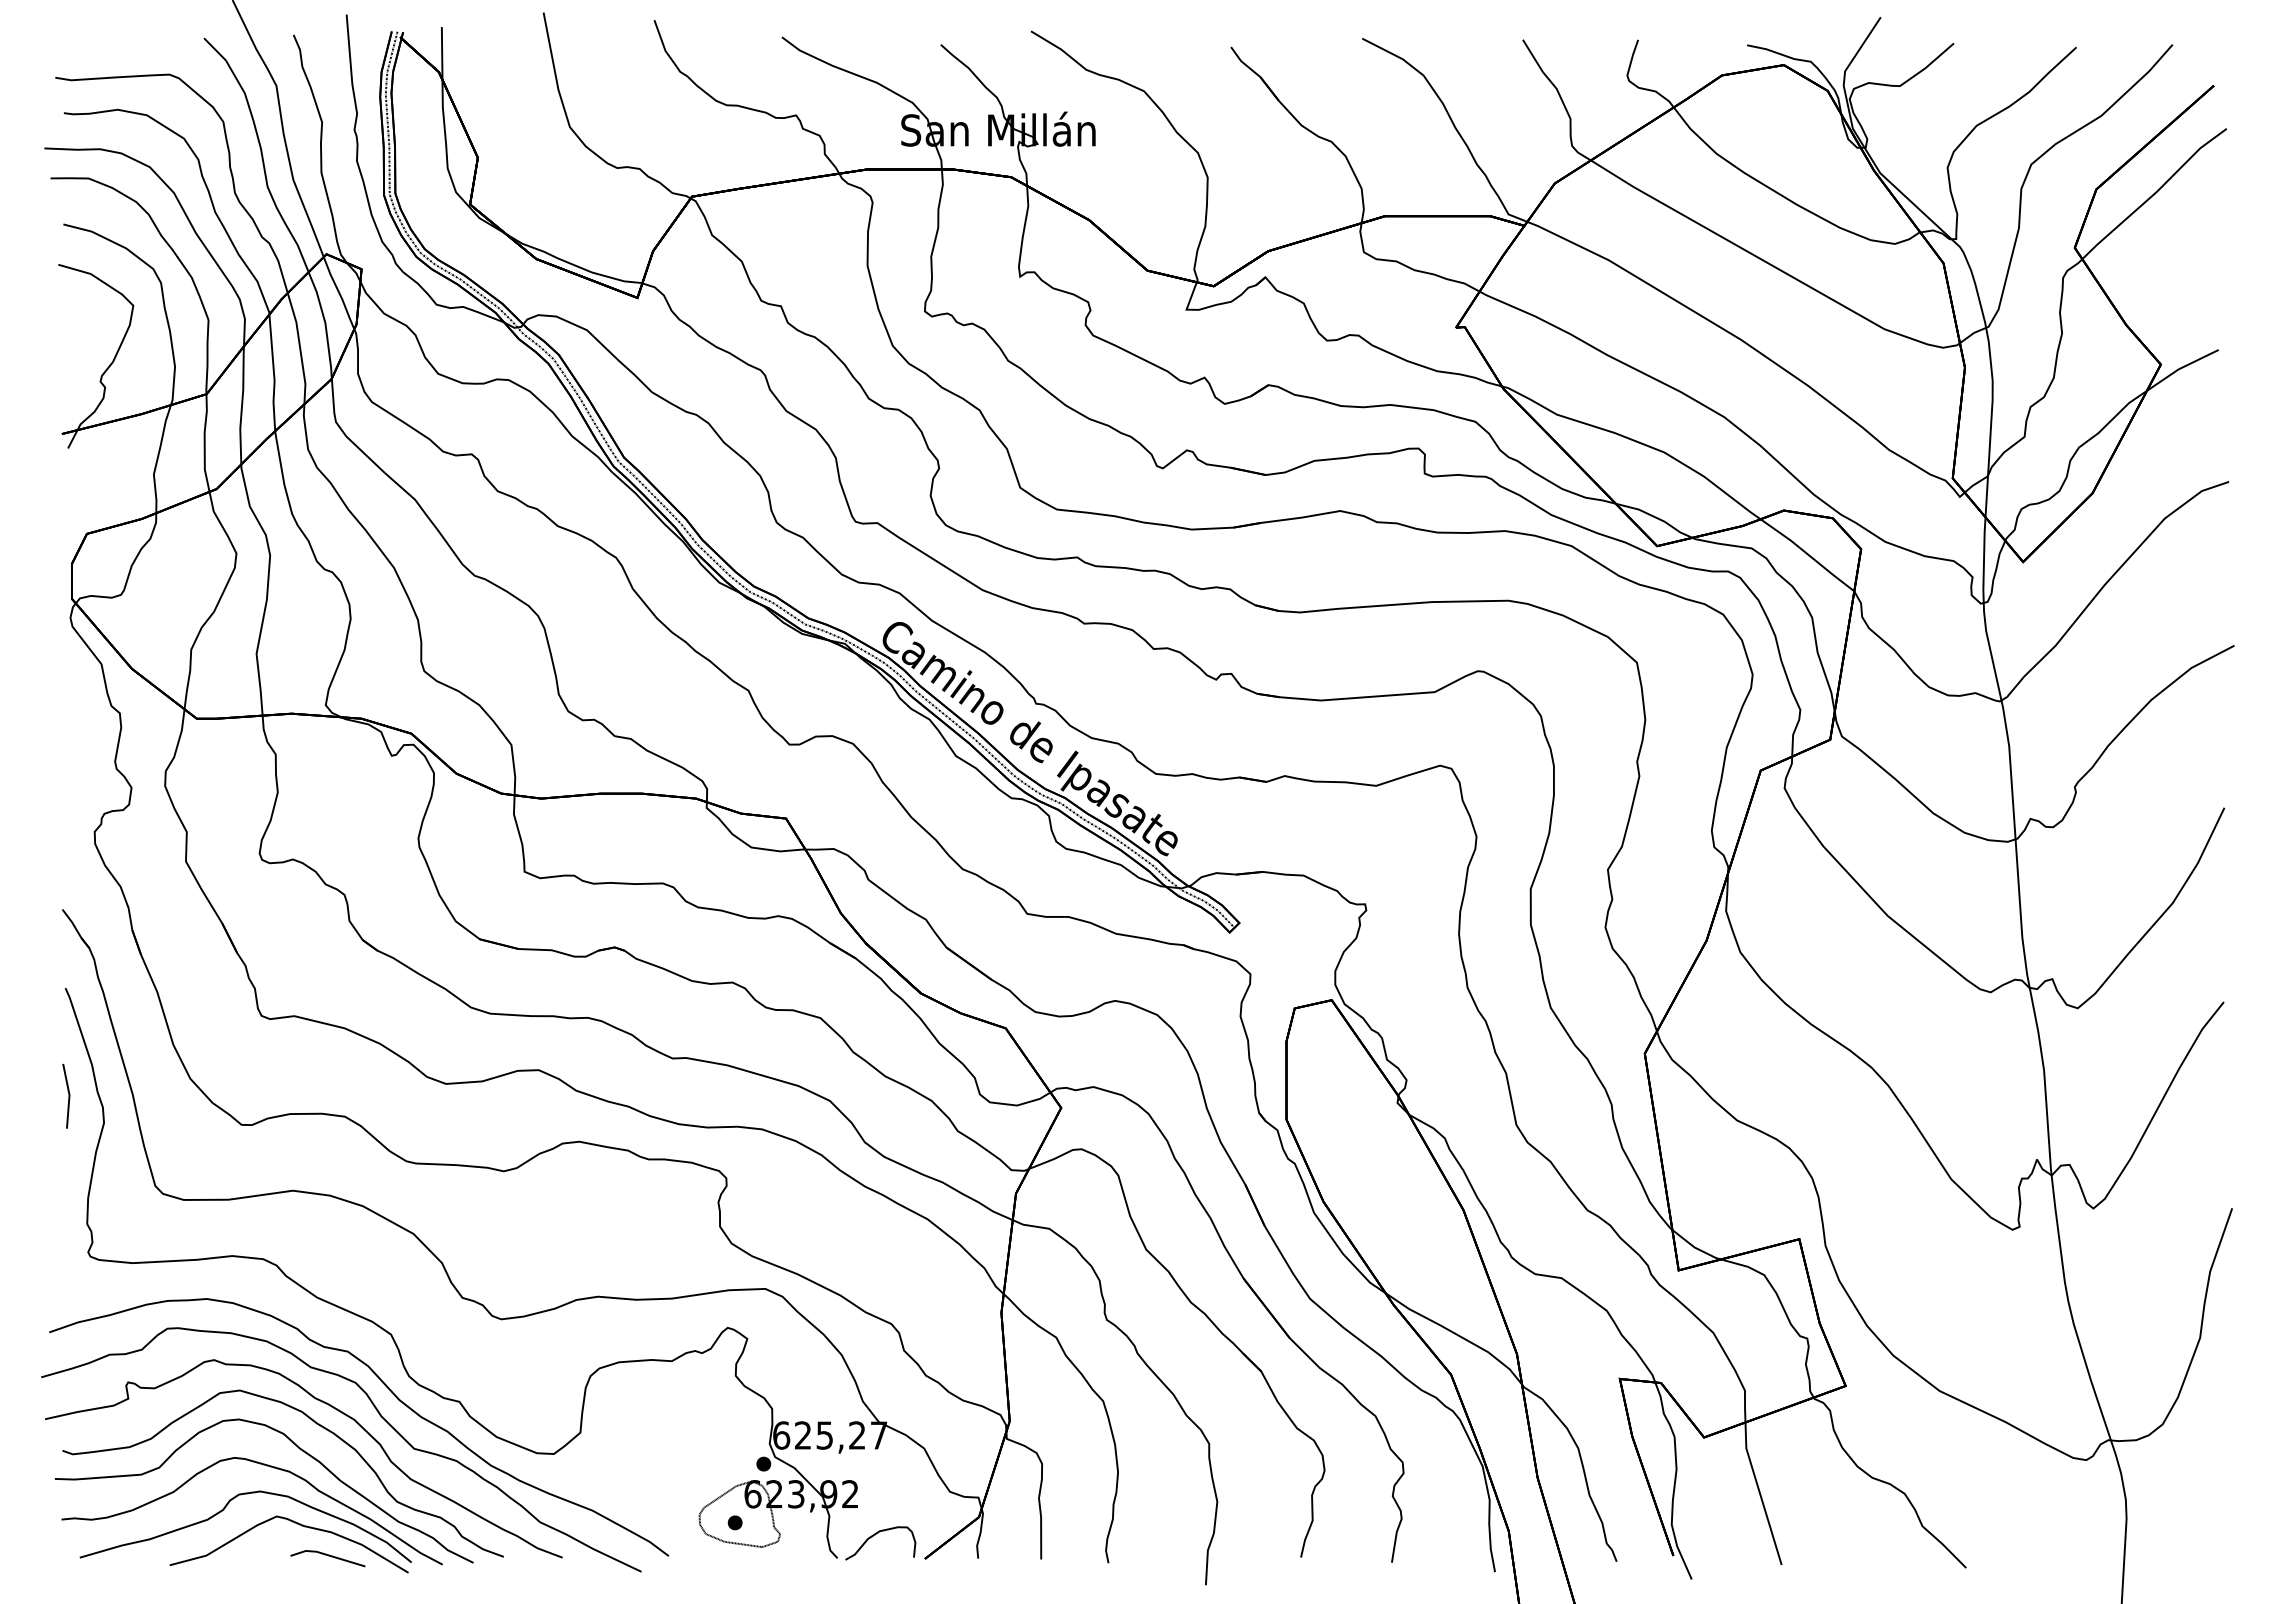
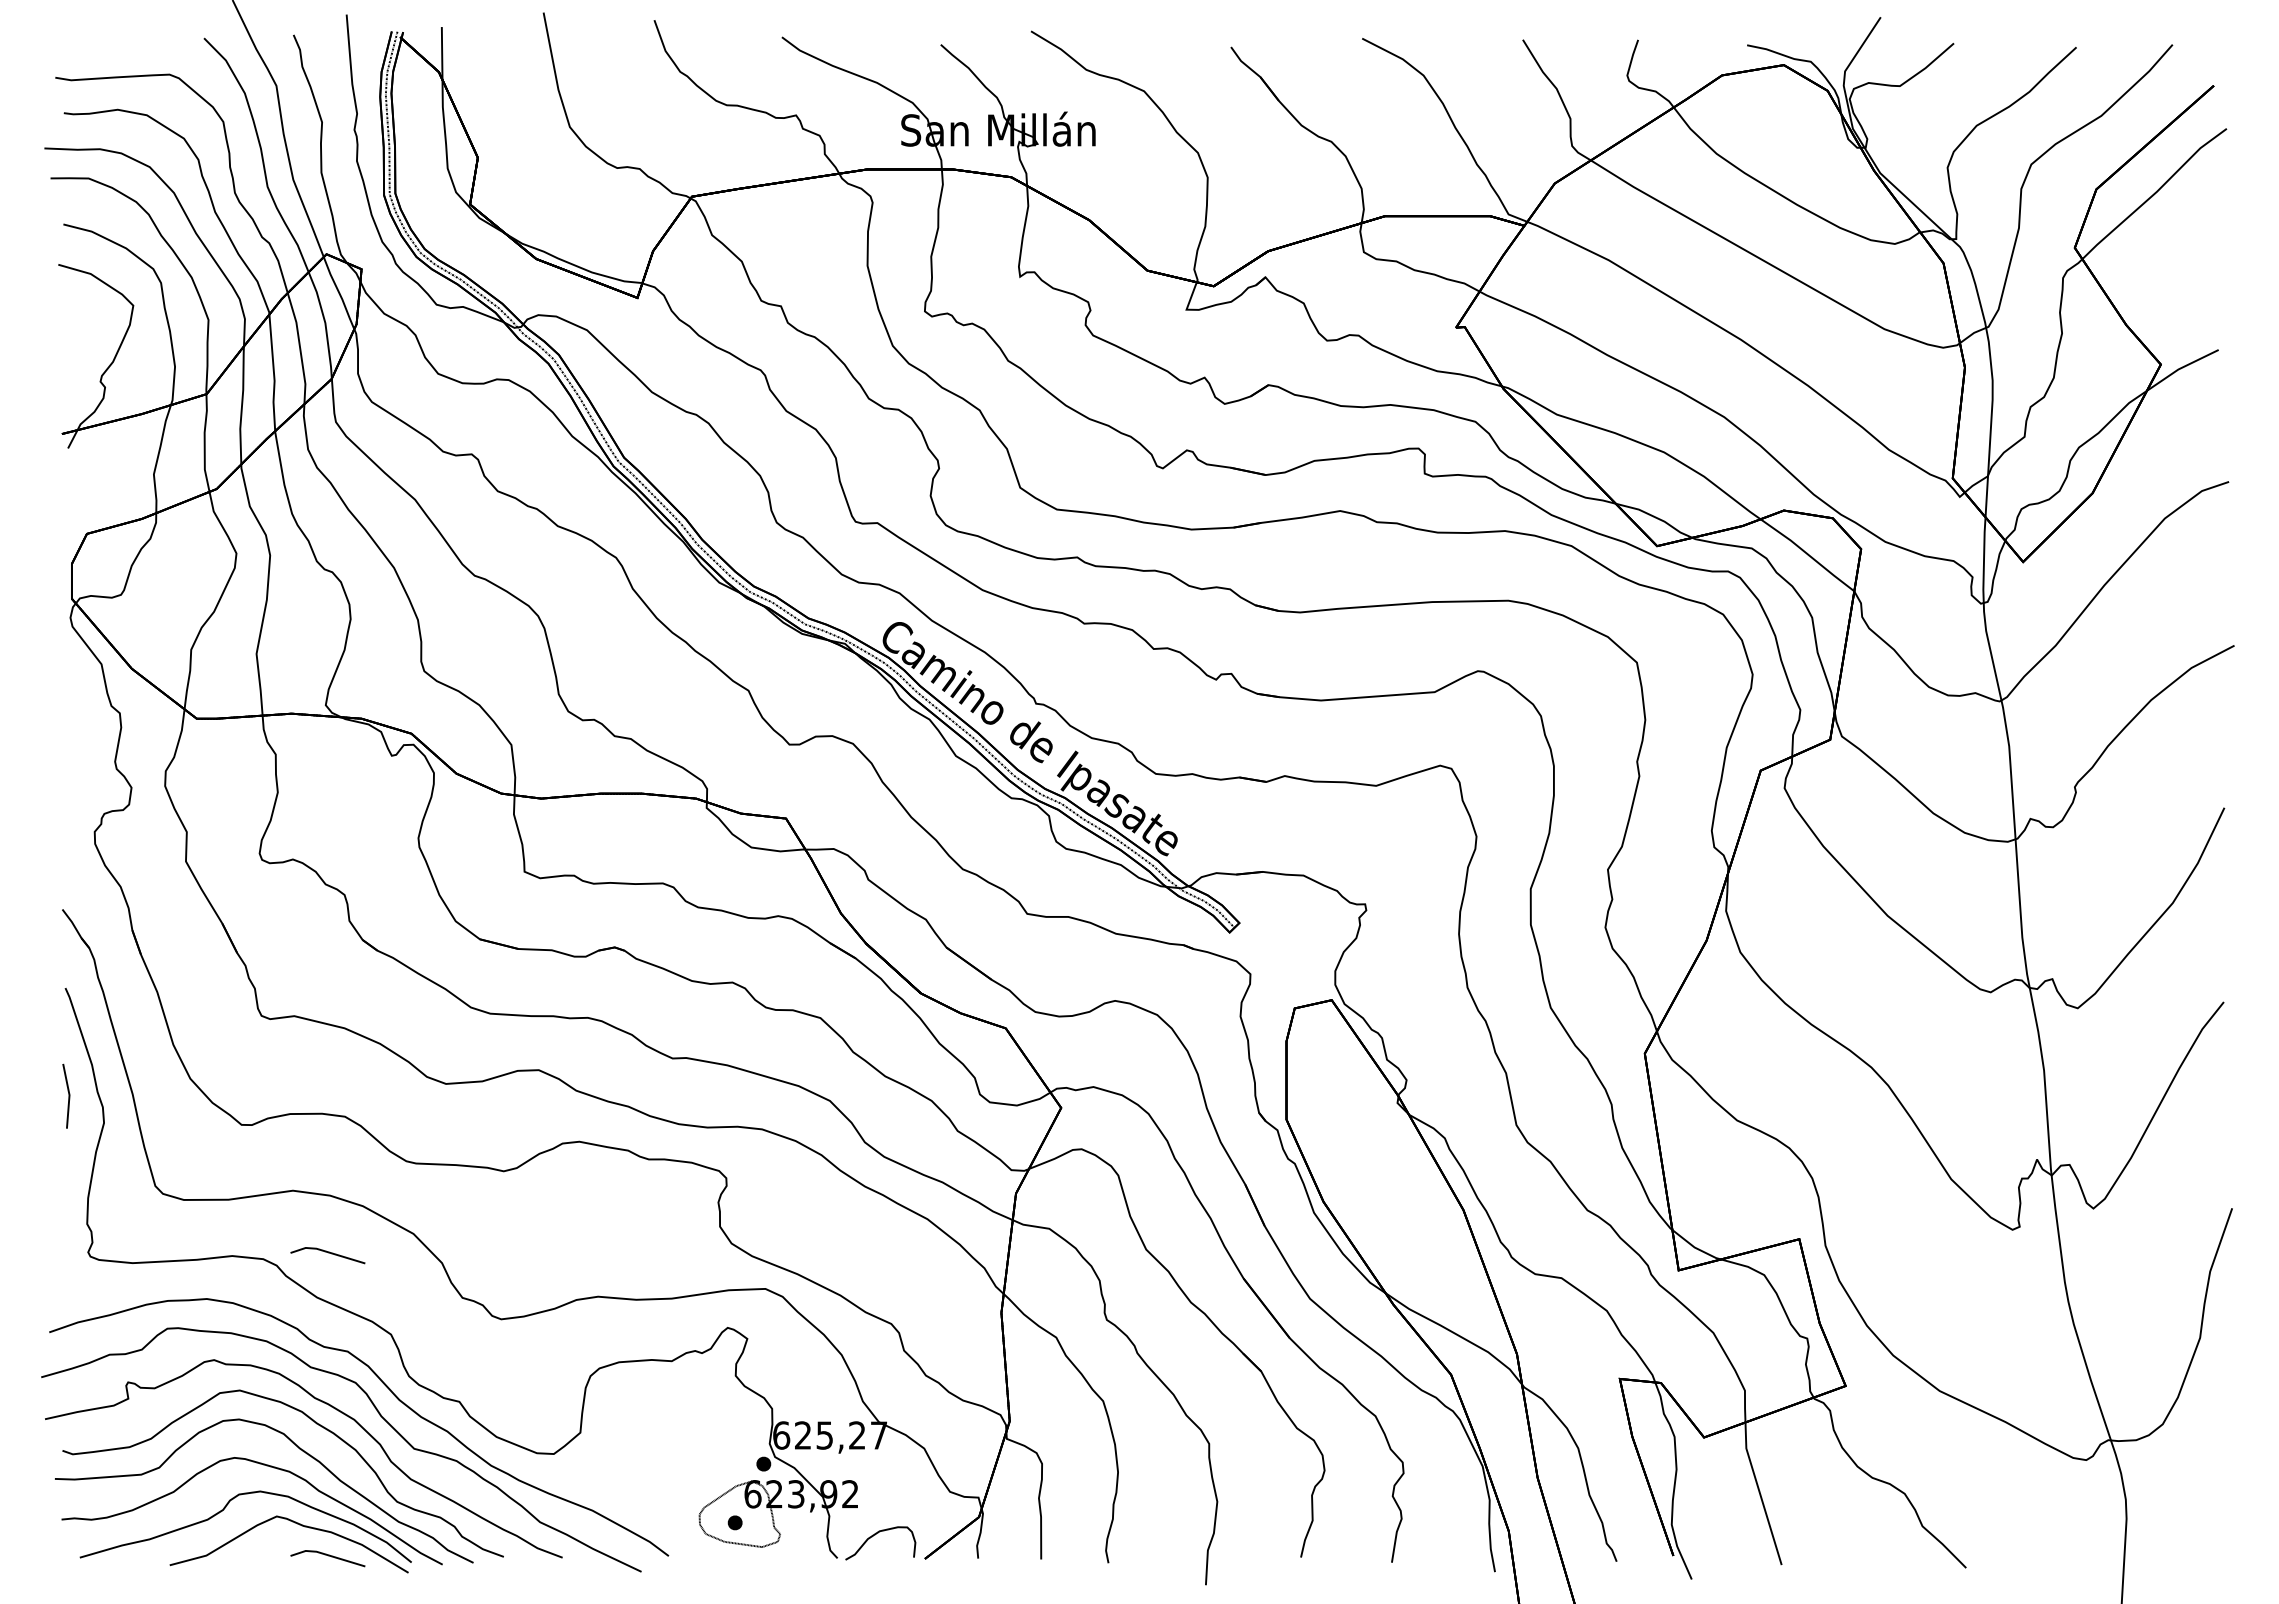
part at (327, 1255): none -> present
